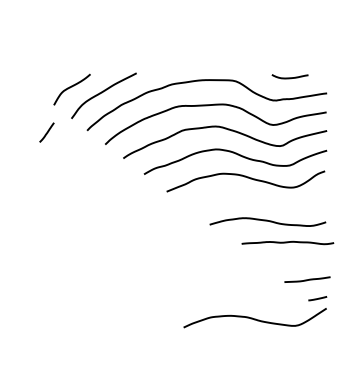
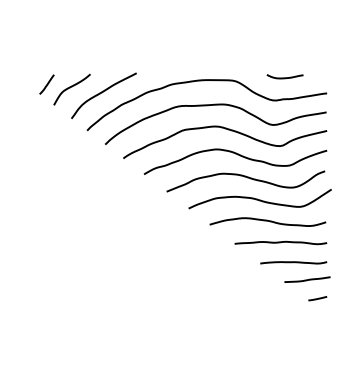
curve at (289, 77) position: (289, 77) -> (284, 77)
line at (46, 132) position: (46, 132) -> (46, 84)
curve at (287, 242) position: (287, 242) -> (280, 242)
line at (293, 262): none -> present
curve at (254, 318) position: (254, 318) -> (259, 199)
